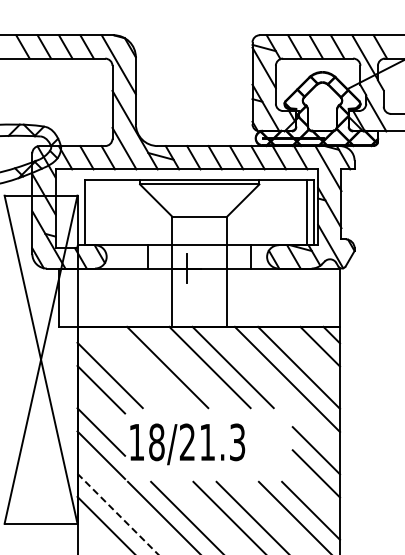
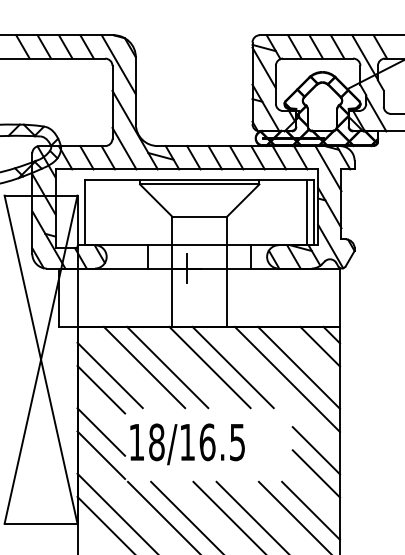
line at (144, 367): none -> present
text at (212, 442): 18/21.3 -> 18/16.5
line at (118, 514): dashed -> solid
